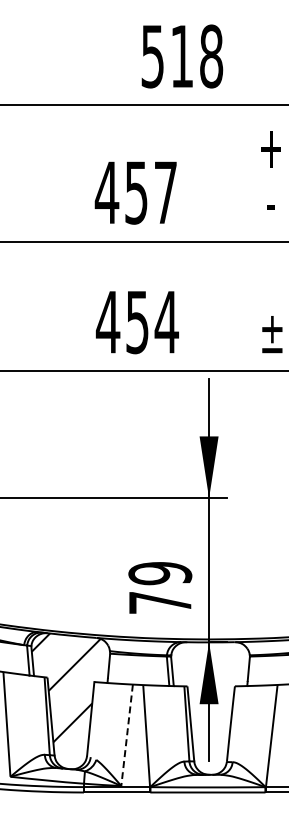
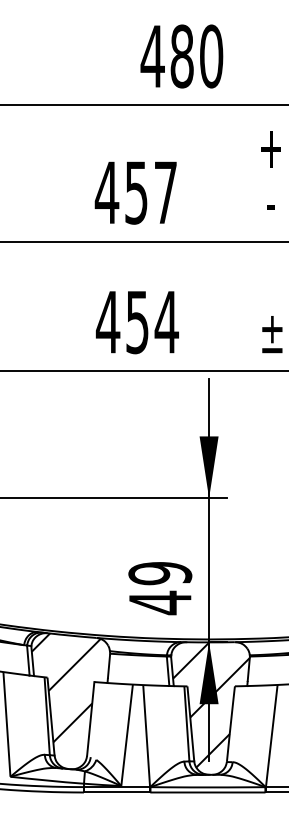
text at (181, 56): 518 -> 480
text at (160, 602): 79 -> 49
hatch at (211, 704): none -> present
line at (127, 736): dashed -> solid
